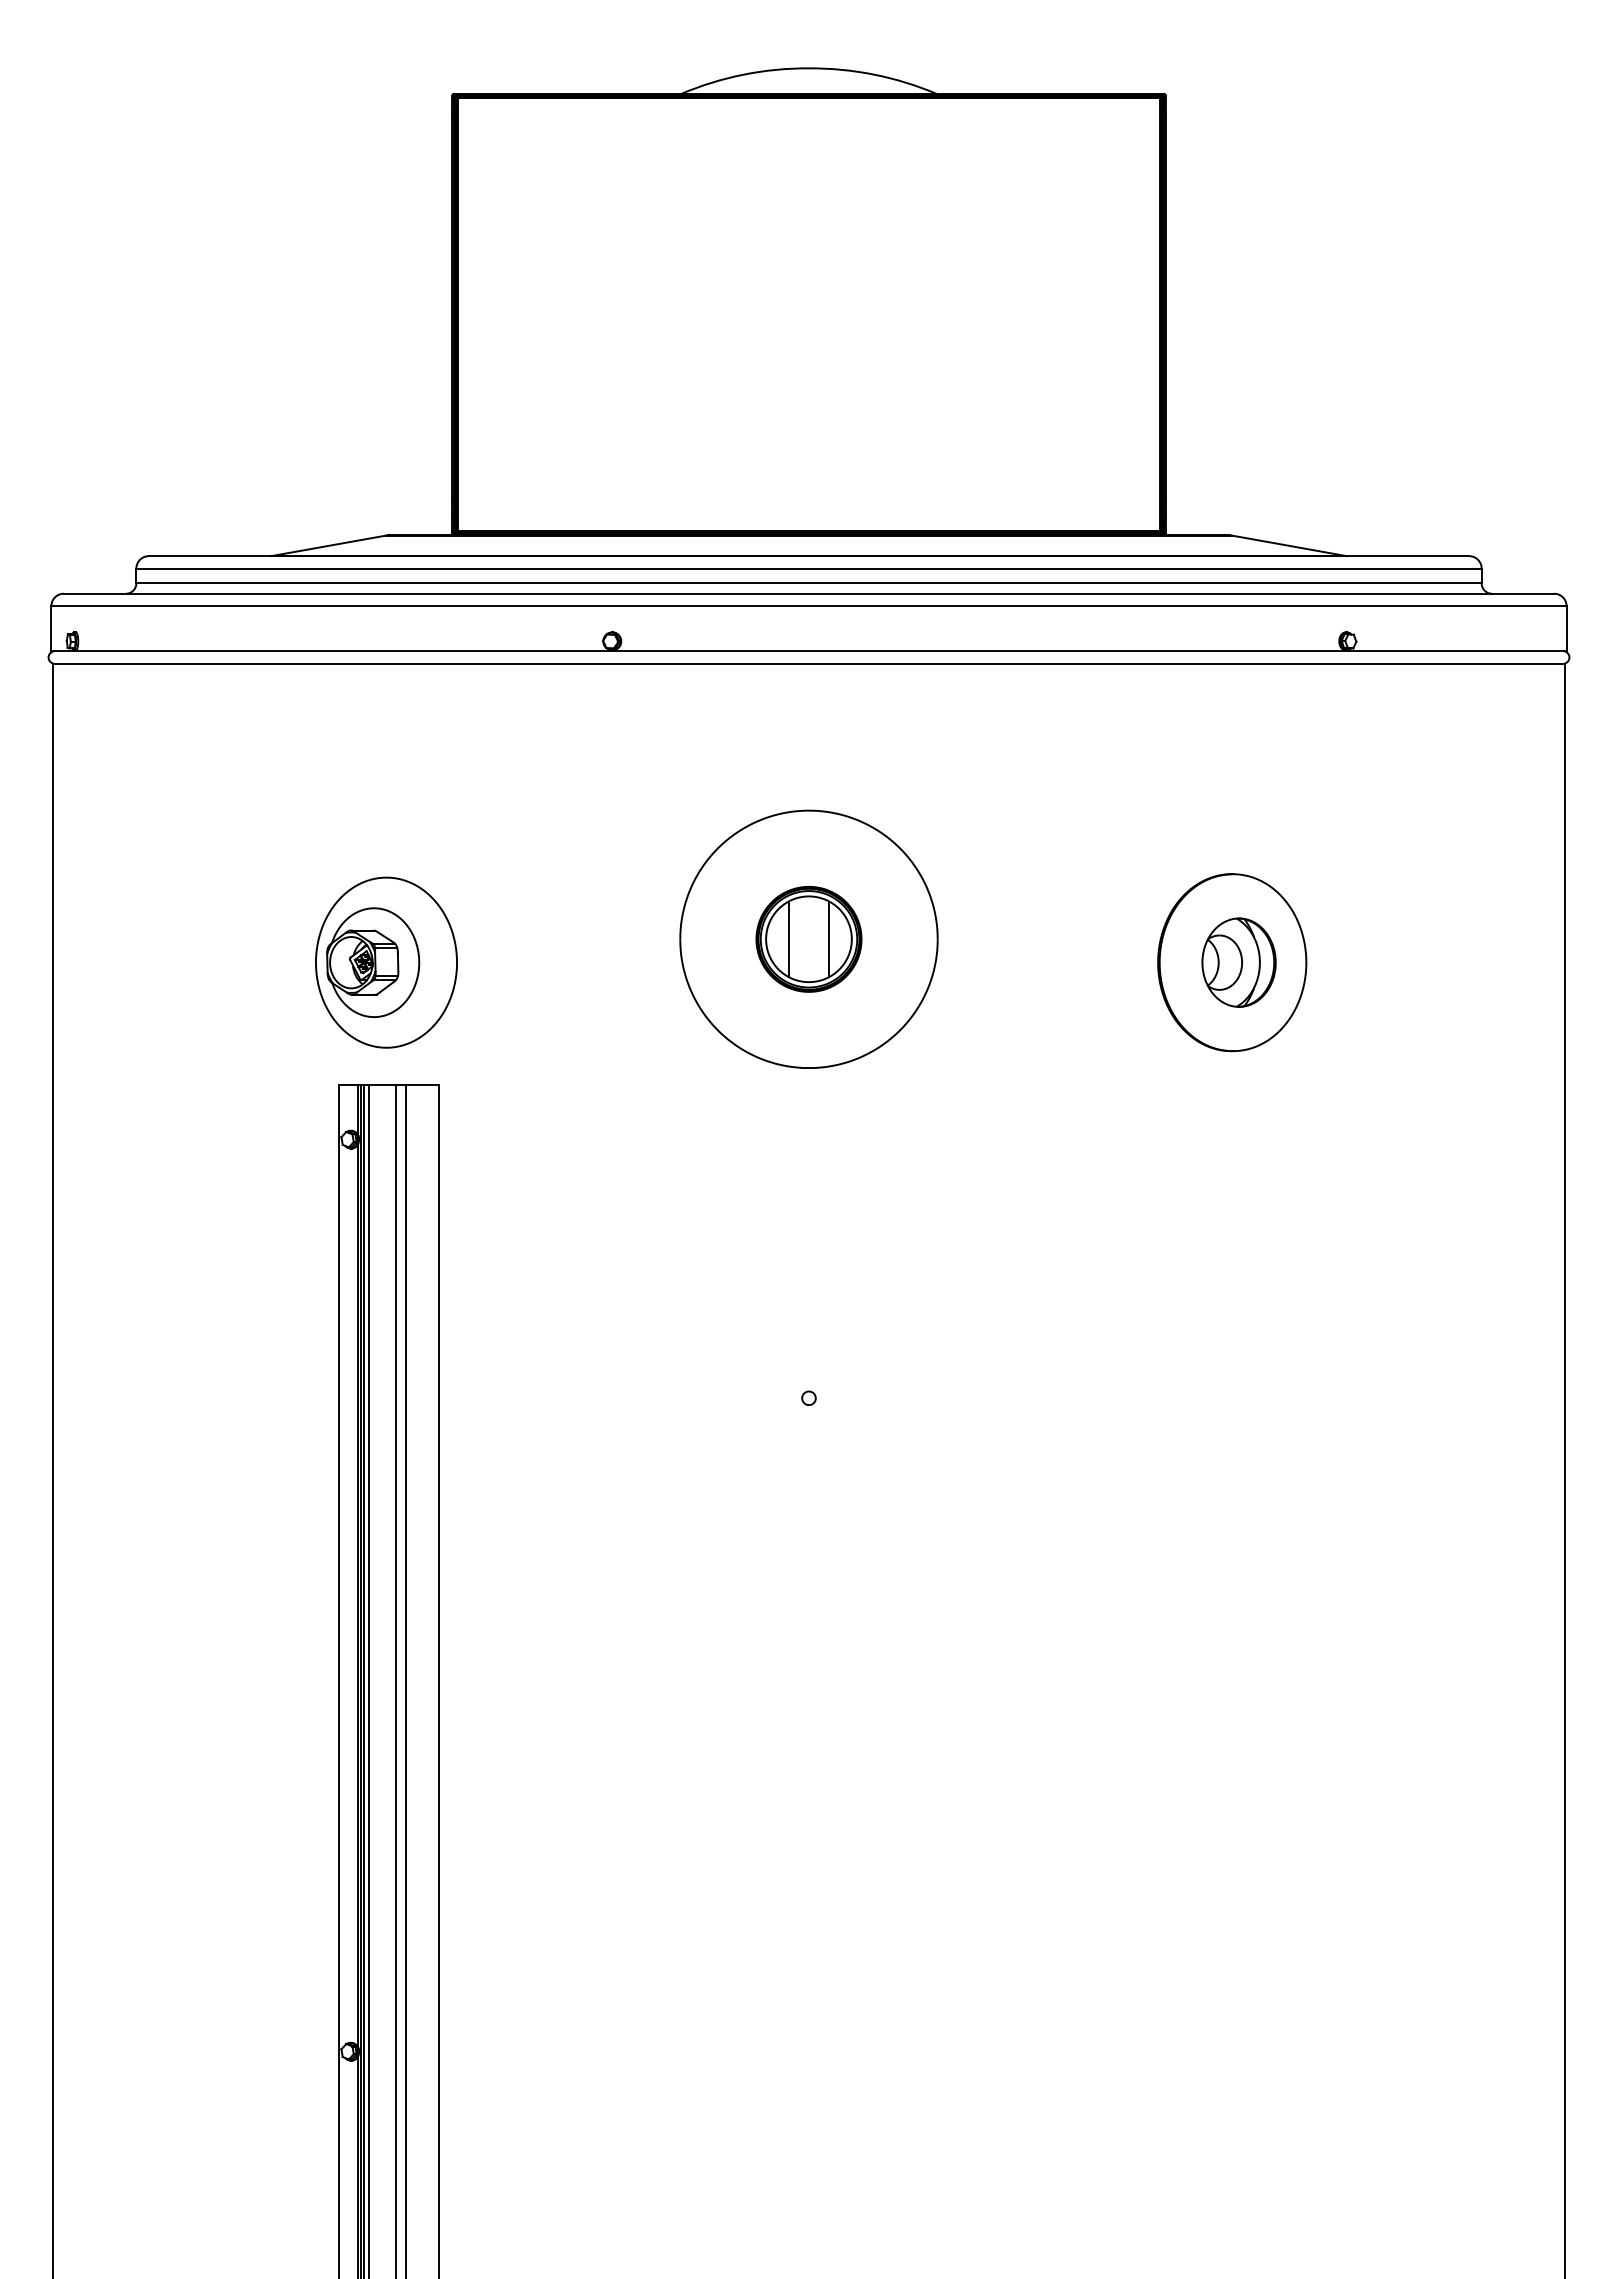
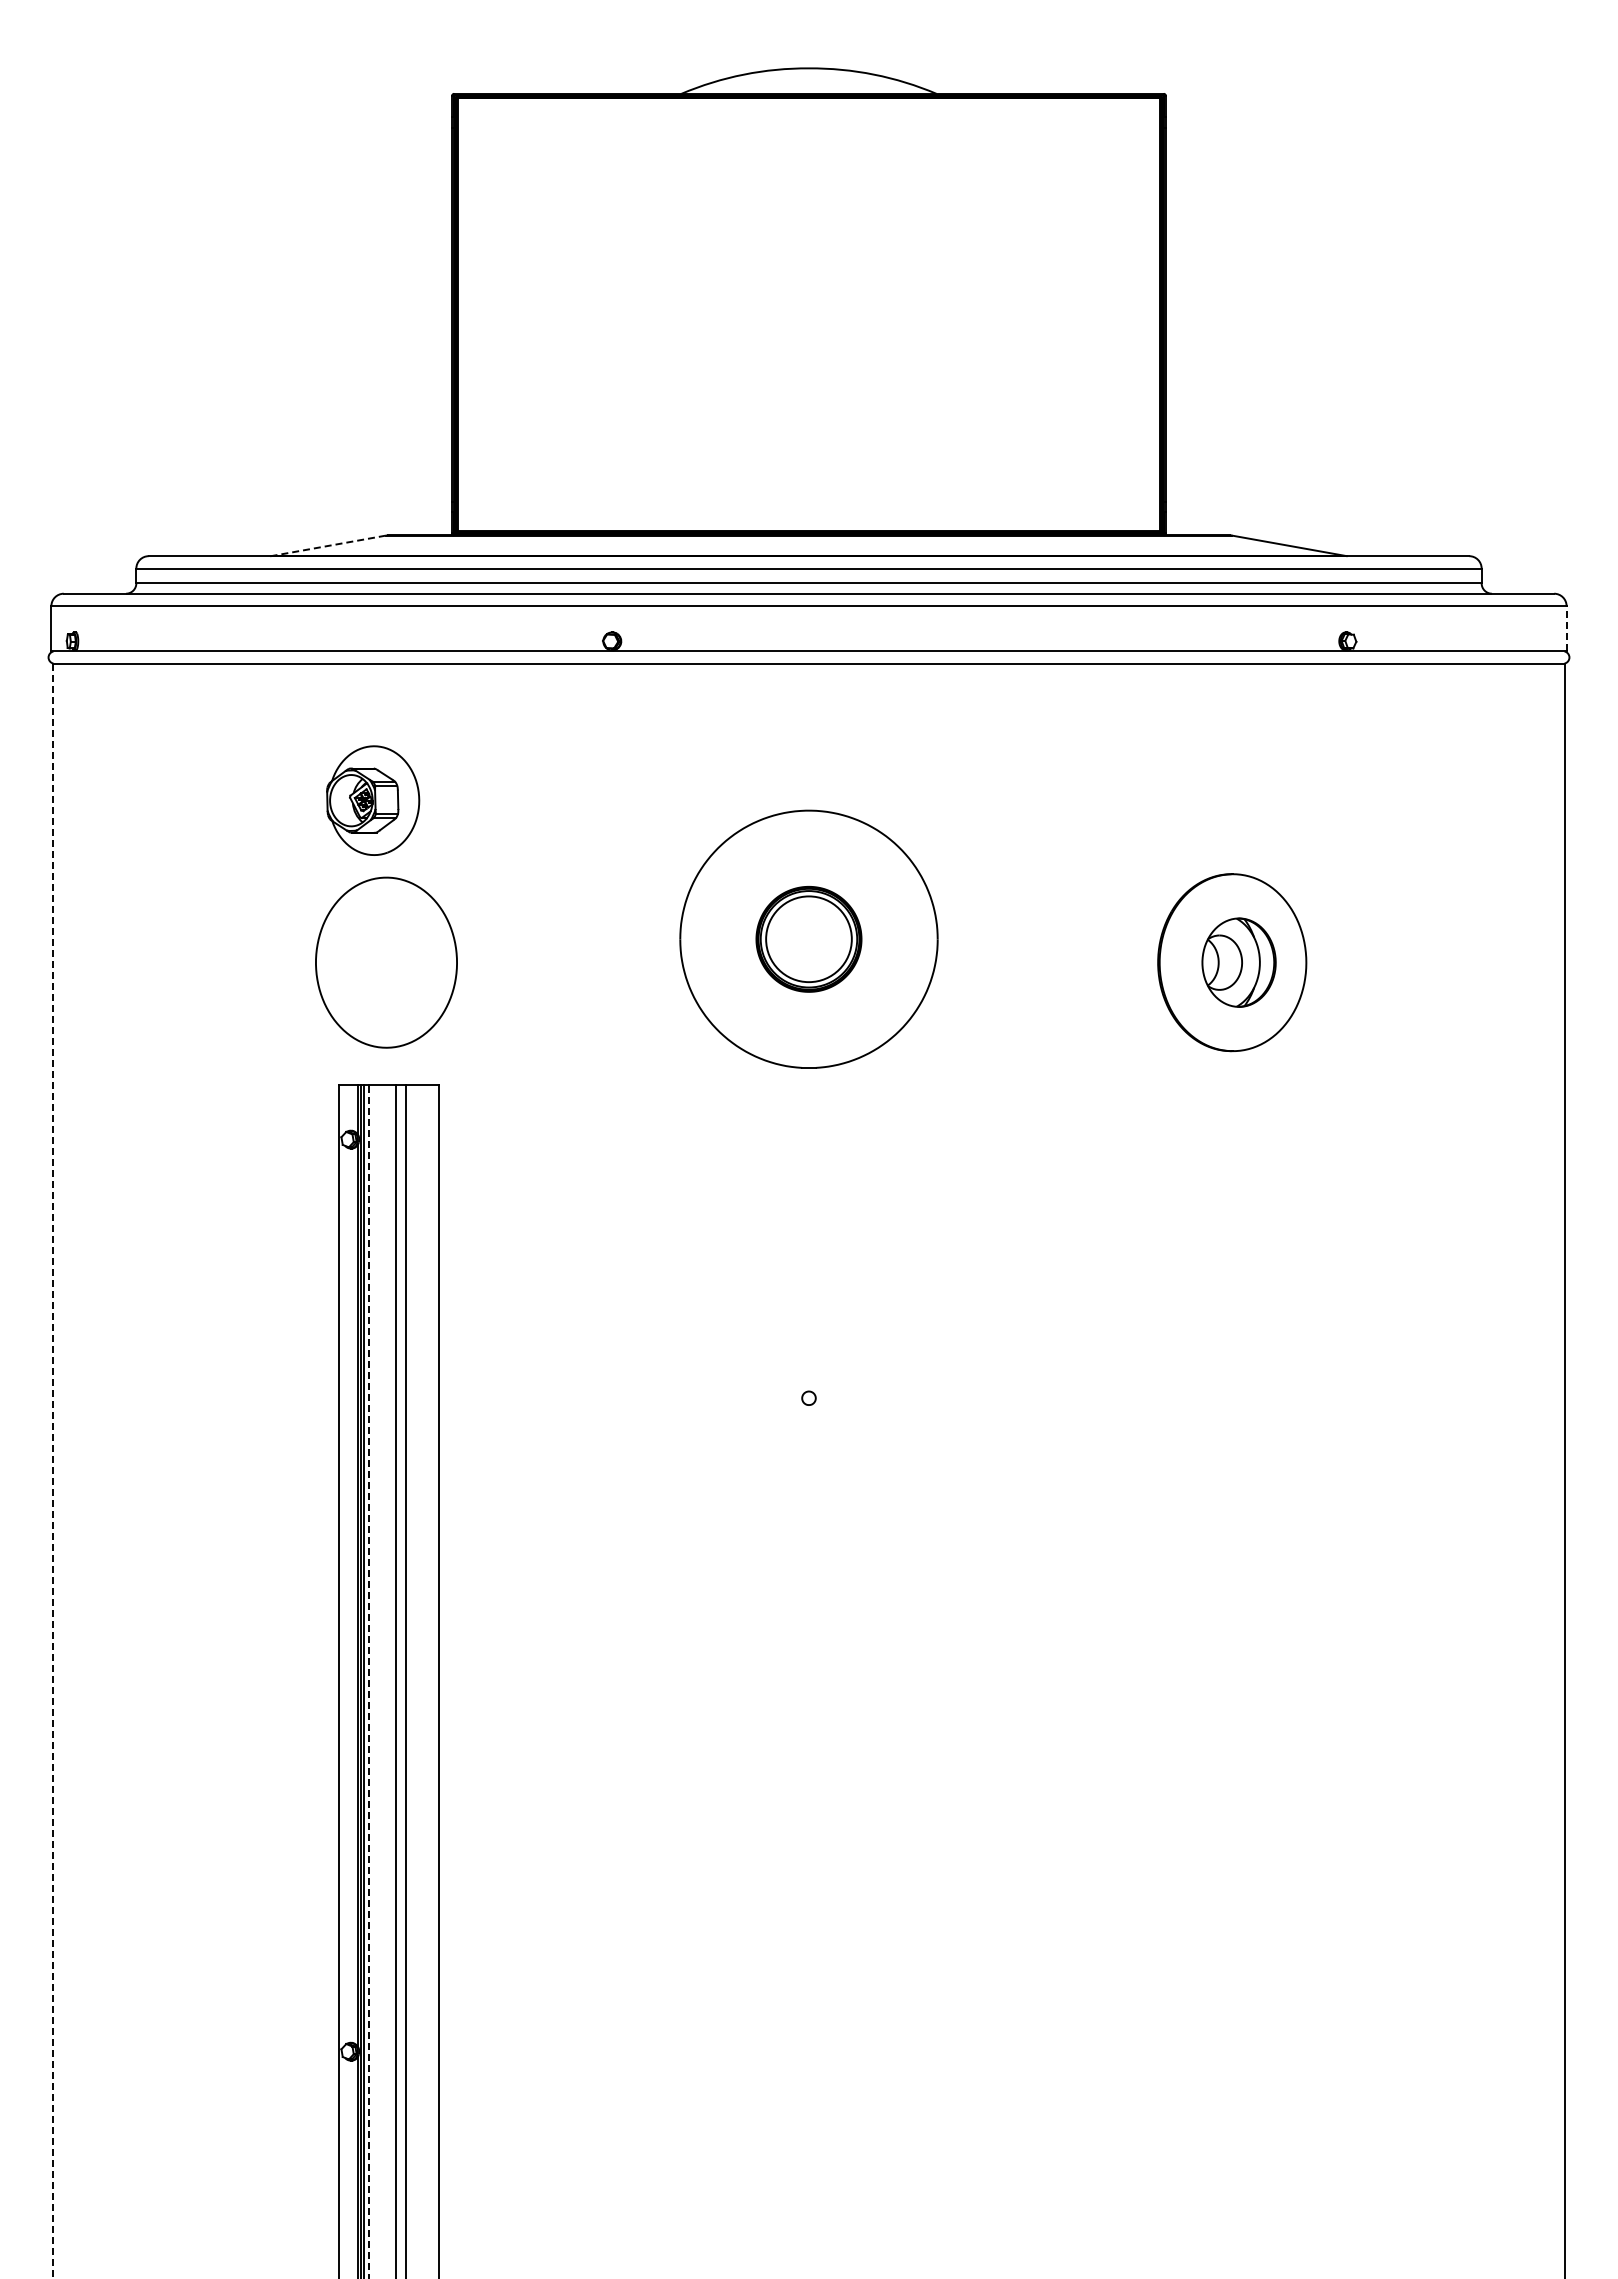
line at (328, 545): solid -> dashed
line at (1566, 628): solid -> dashed
line at (788, 938): present -> none
line at (829, 938): present -> none
part at (373, 962) position: (373, 962) -> (373, 800)
line at (53, 1471): solid -> dashed
line at (369, 1681): solid -> dashed
